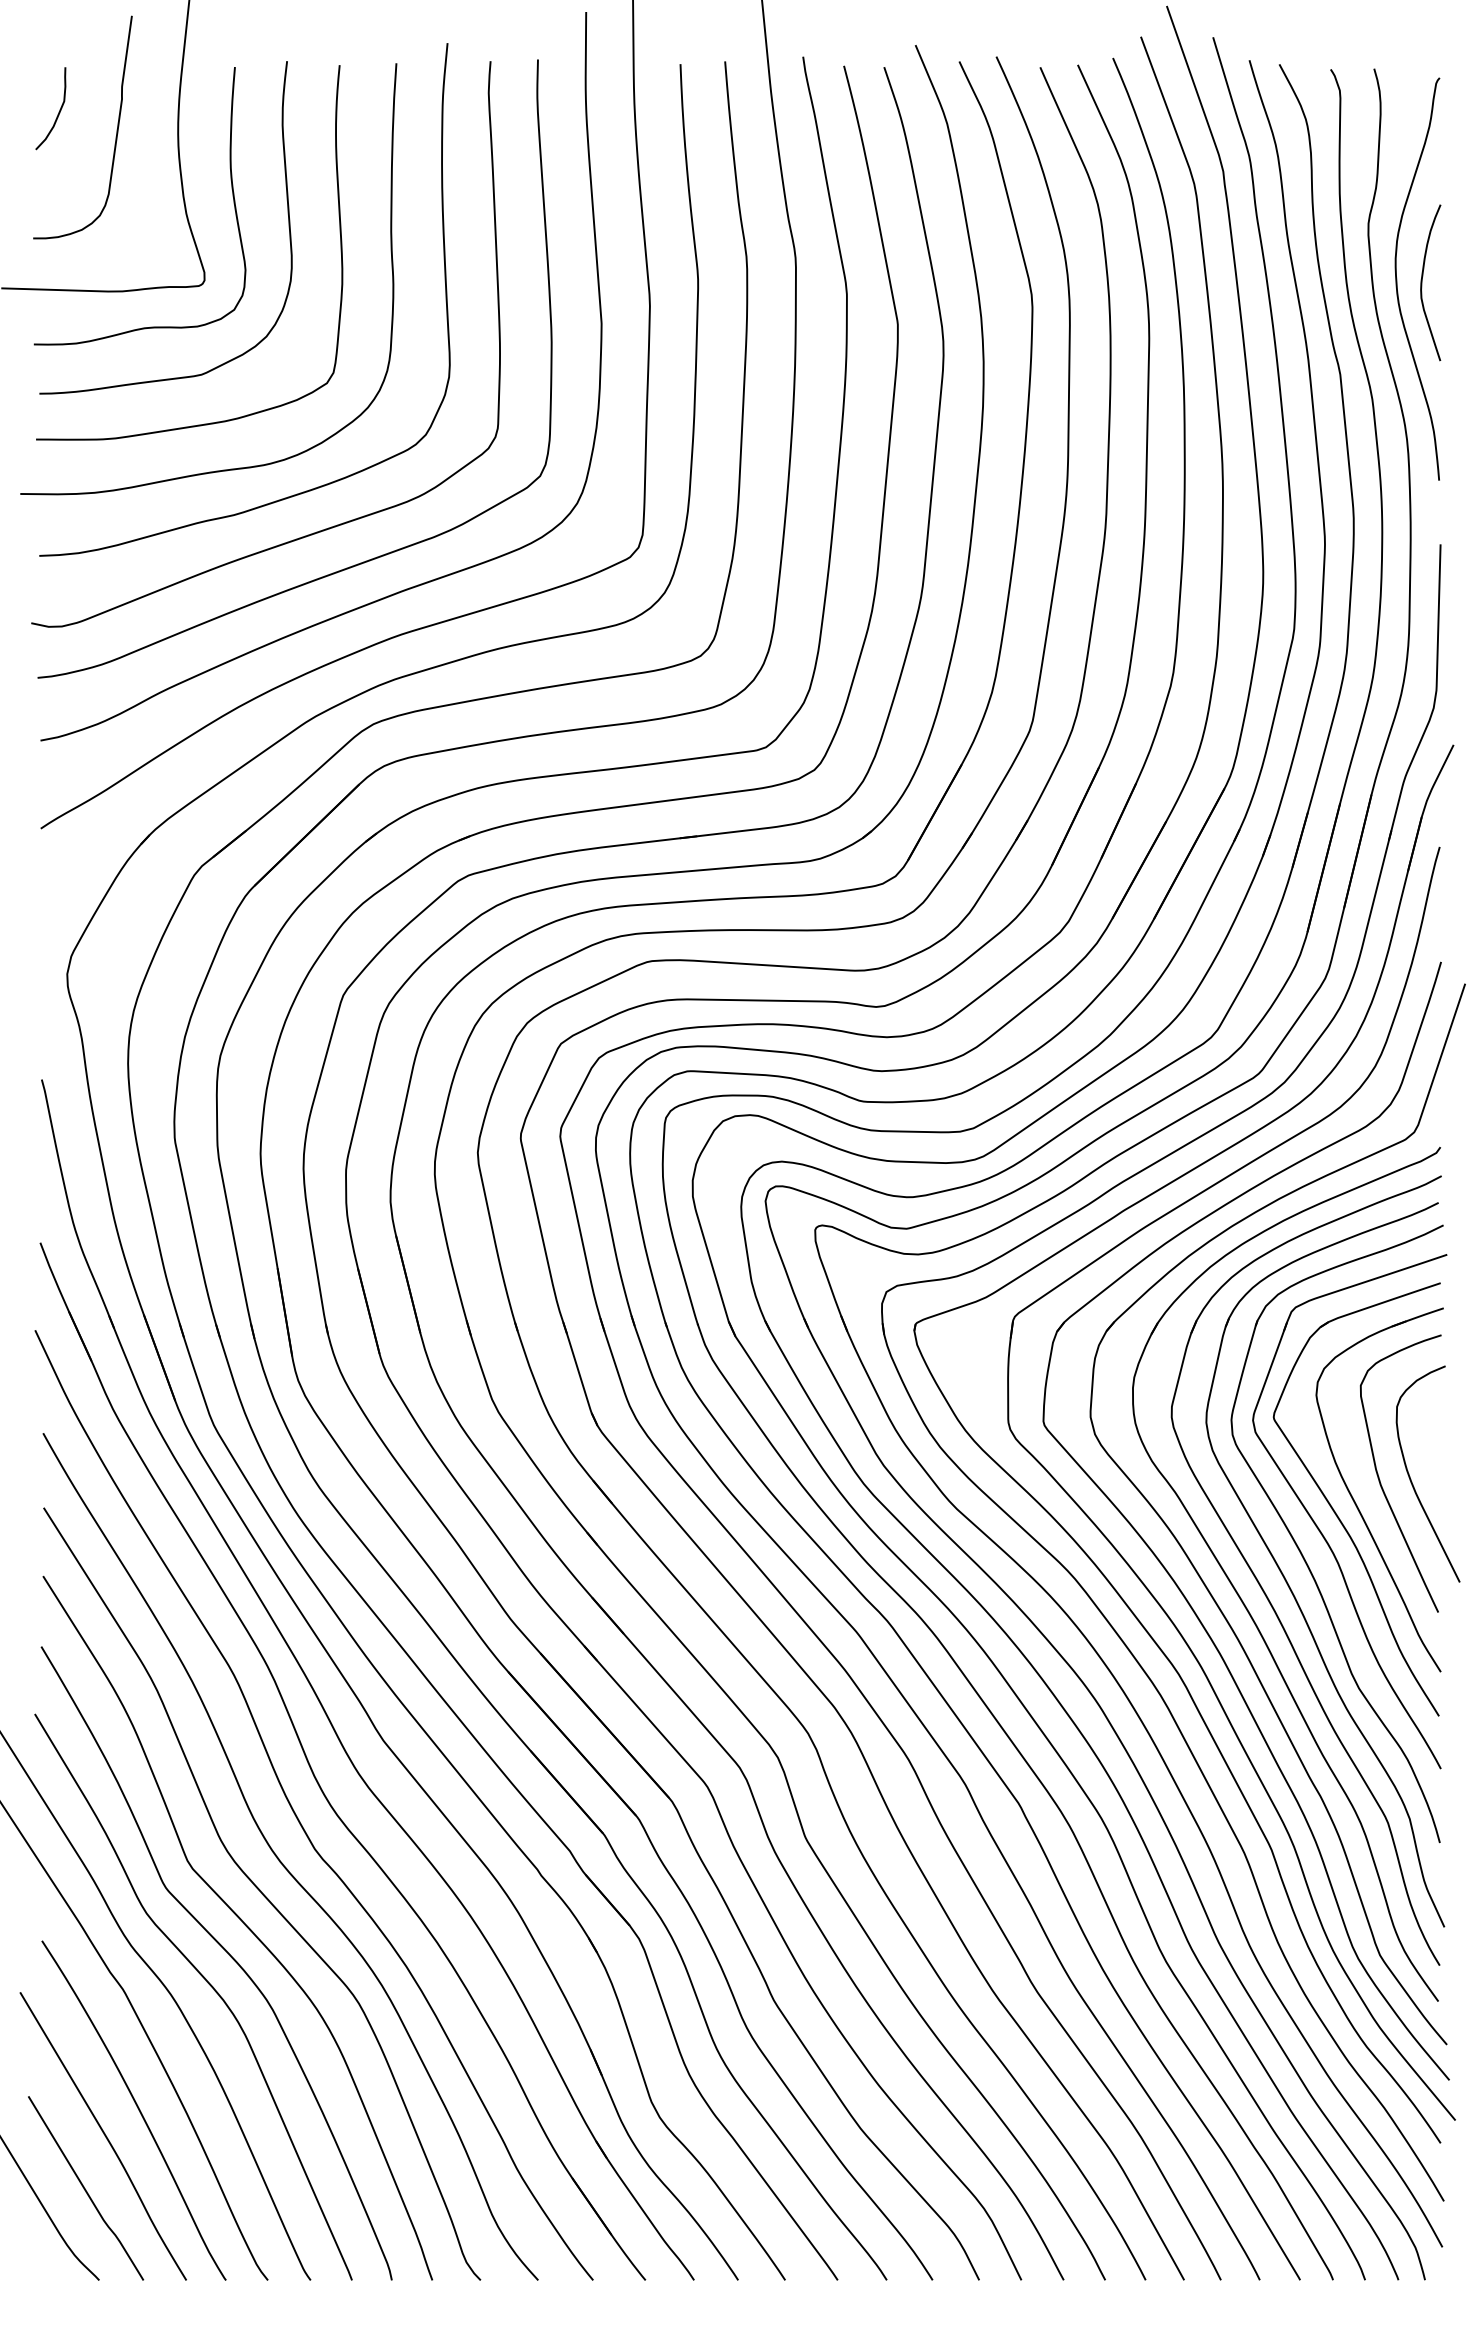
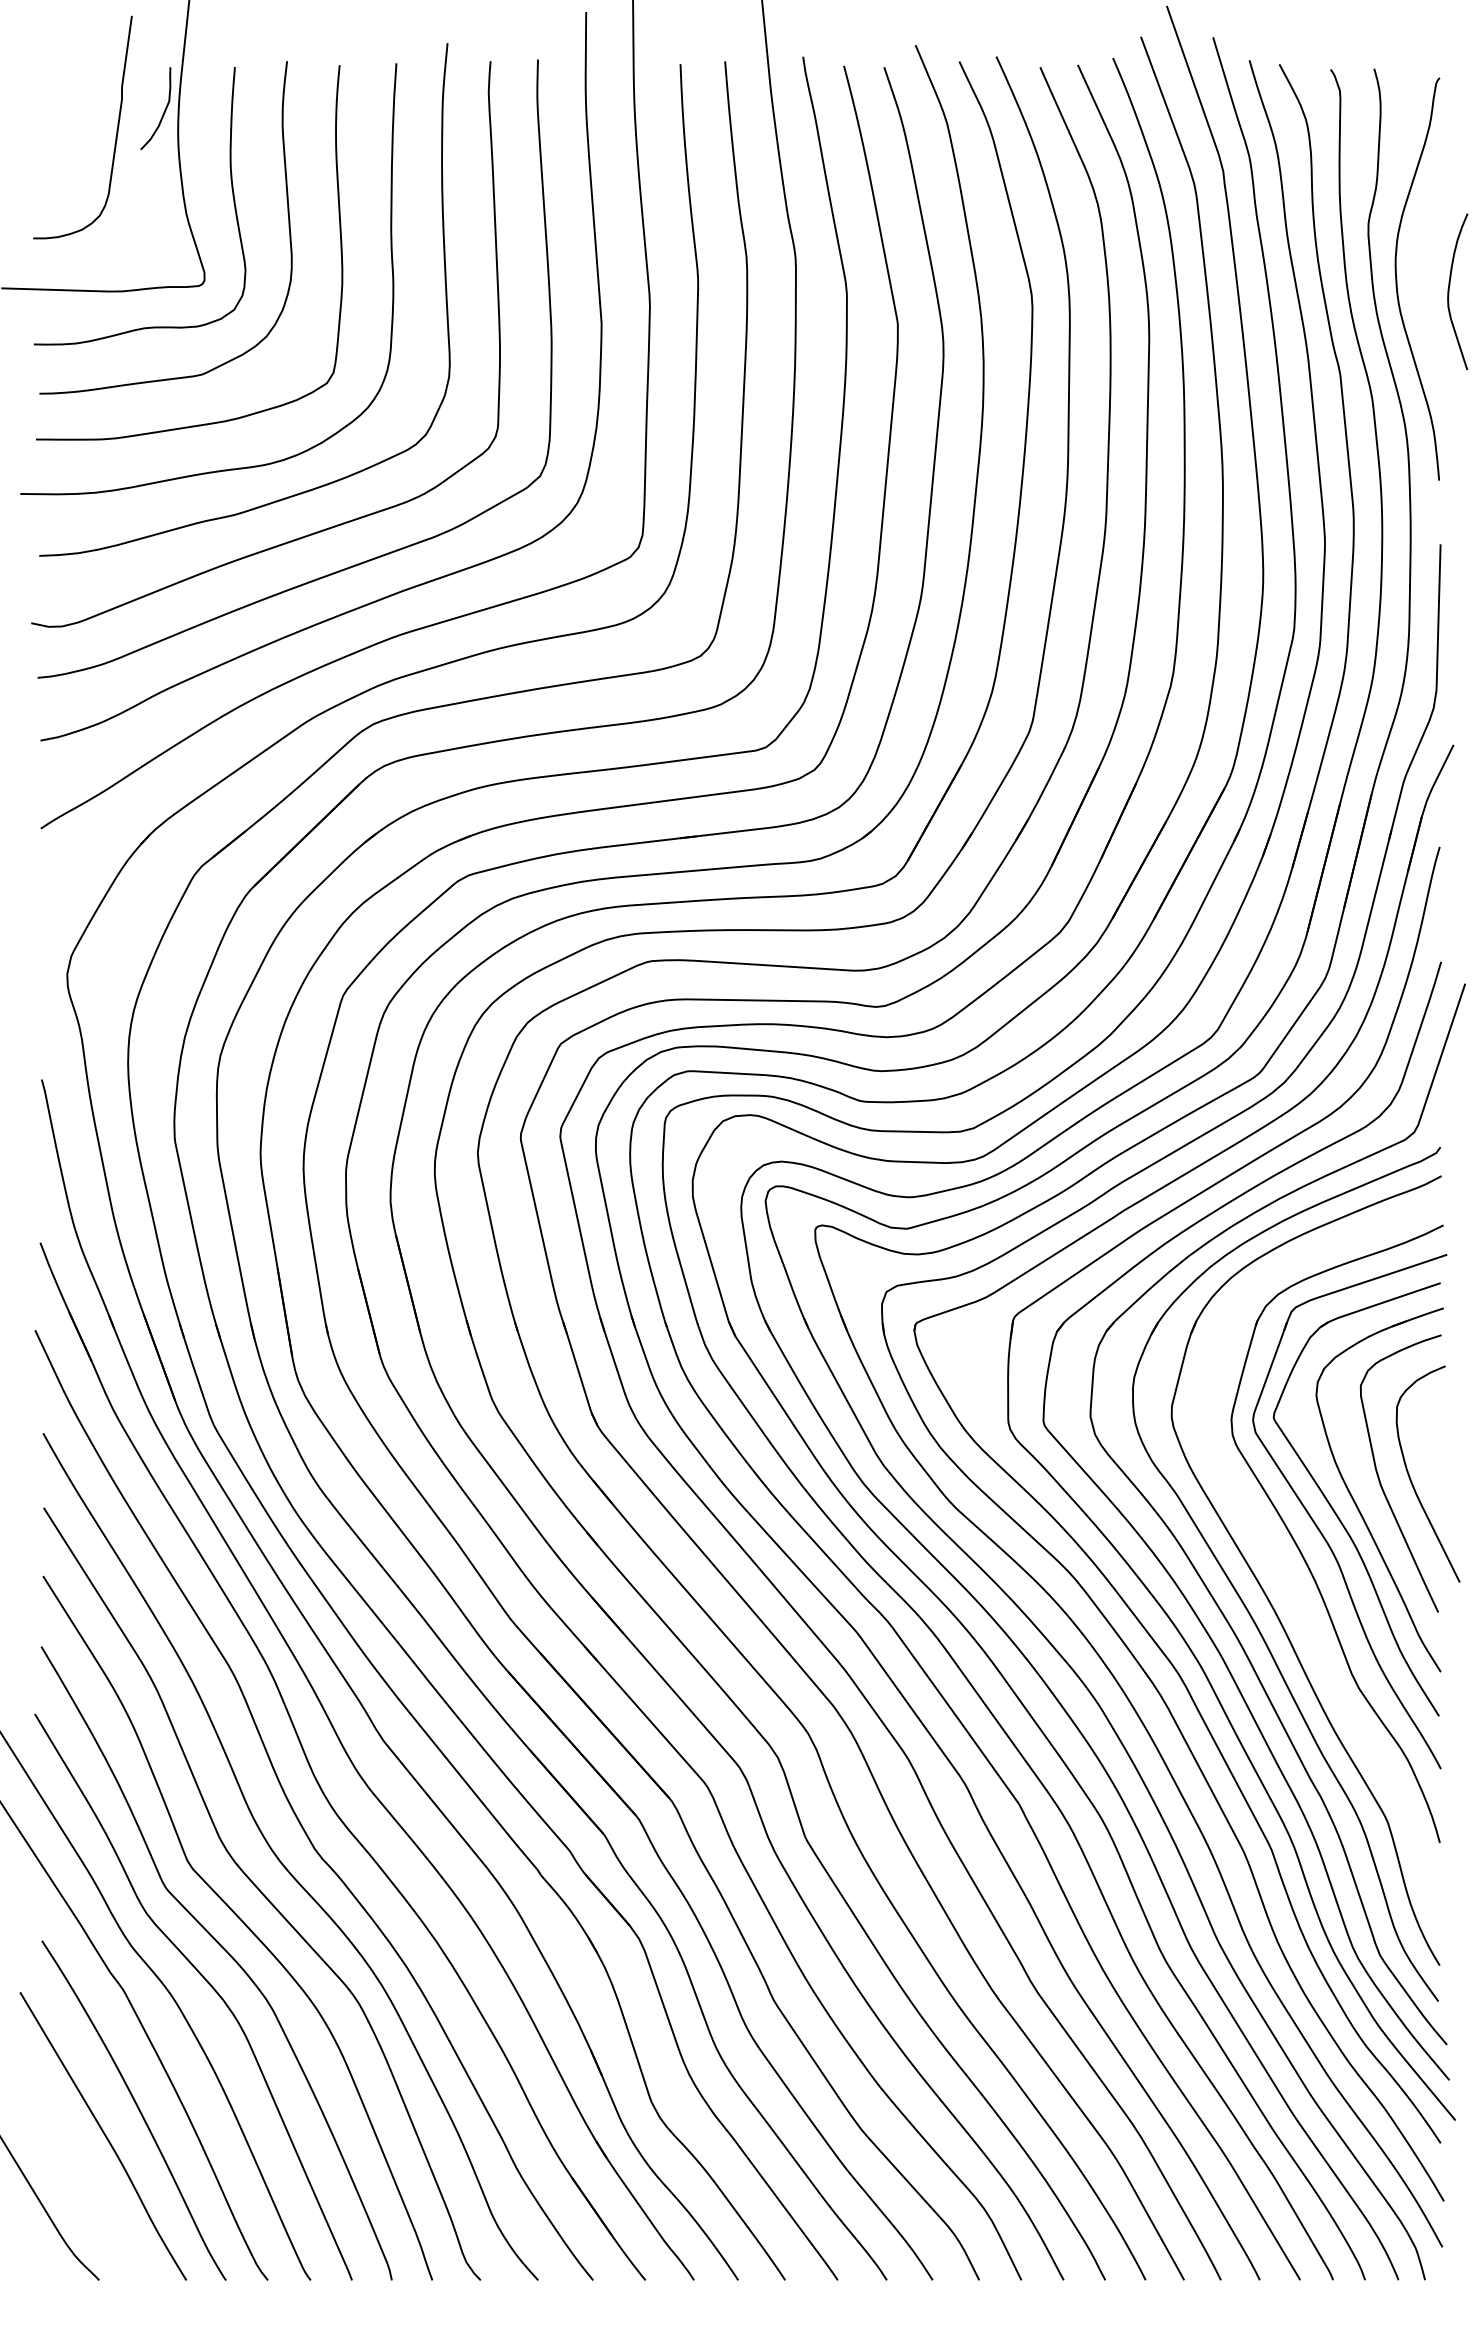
curve at (58, 112) position: (58, 112) -> (163, 112)
curve at (1422, 282) position: (1422, 282) -> (1449, 291)
part at (1288, 1583): present -> none
curve at (85, 2188): present -> none
